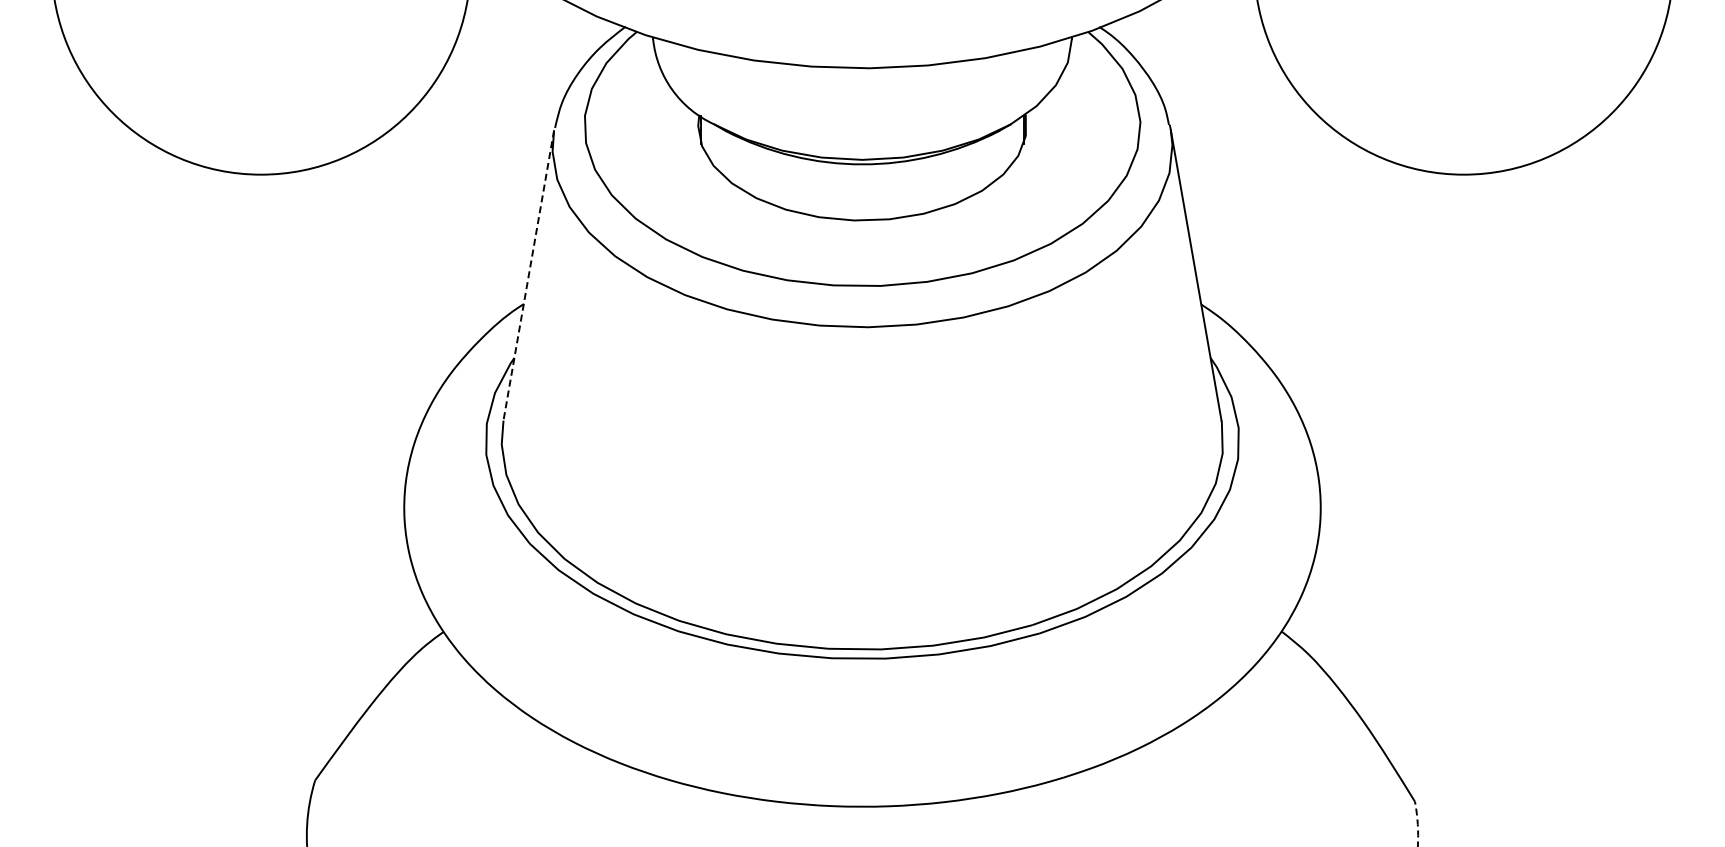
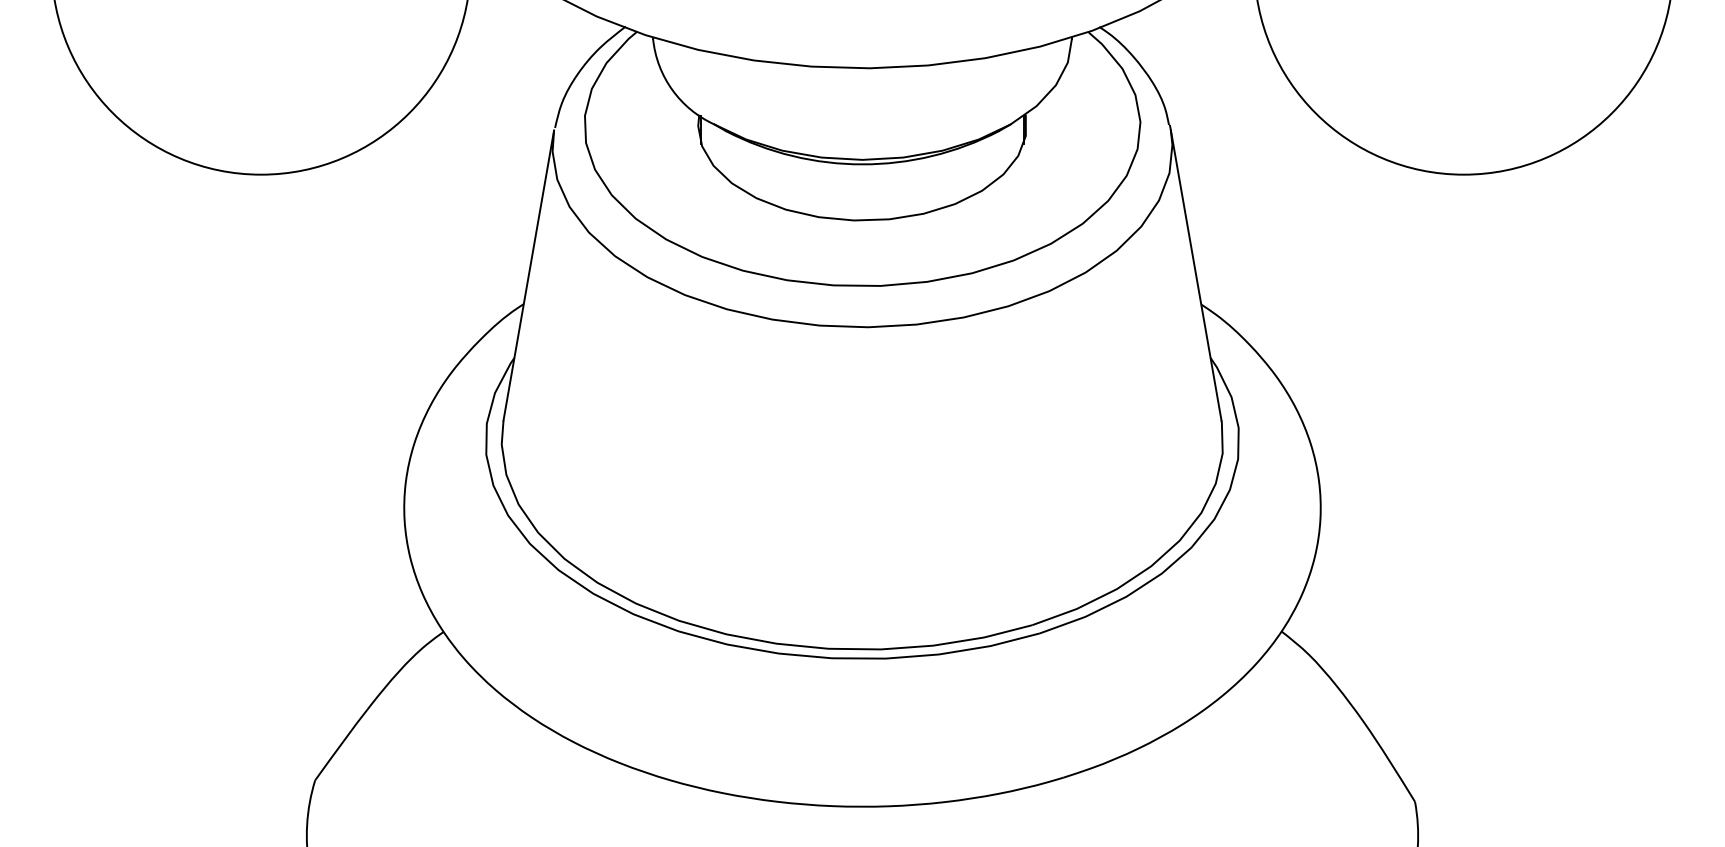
line at (528, 275): dashed -> solid
arc at (1417, 824): dashed -> solid
